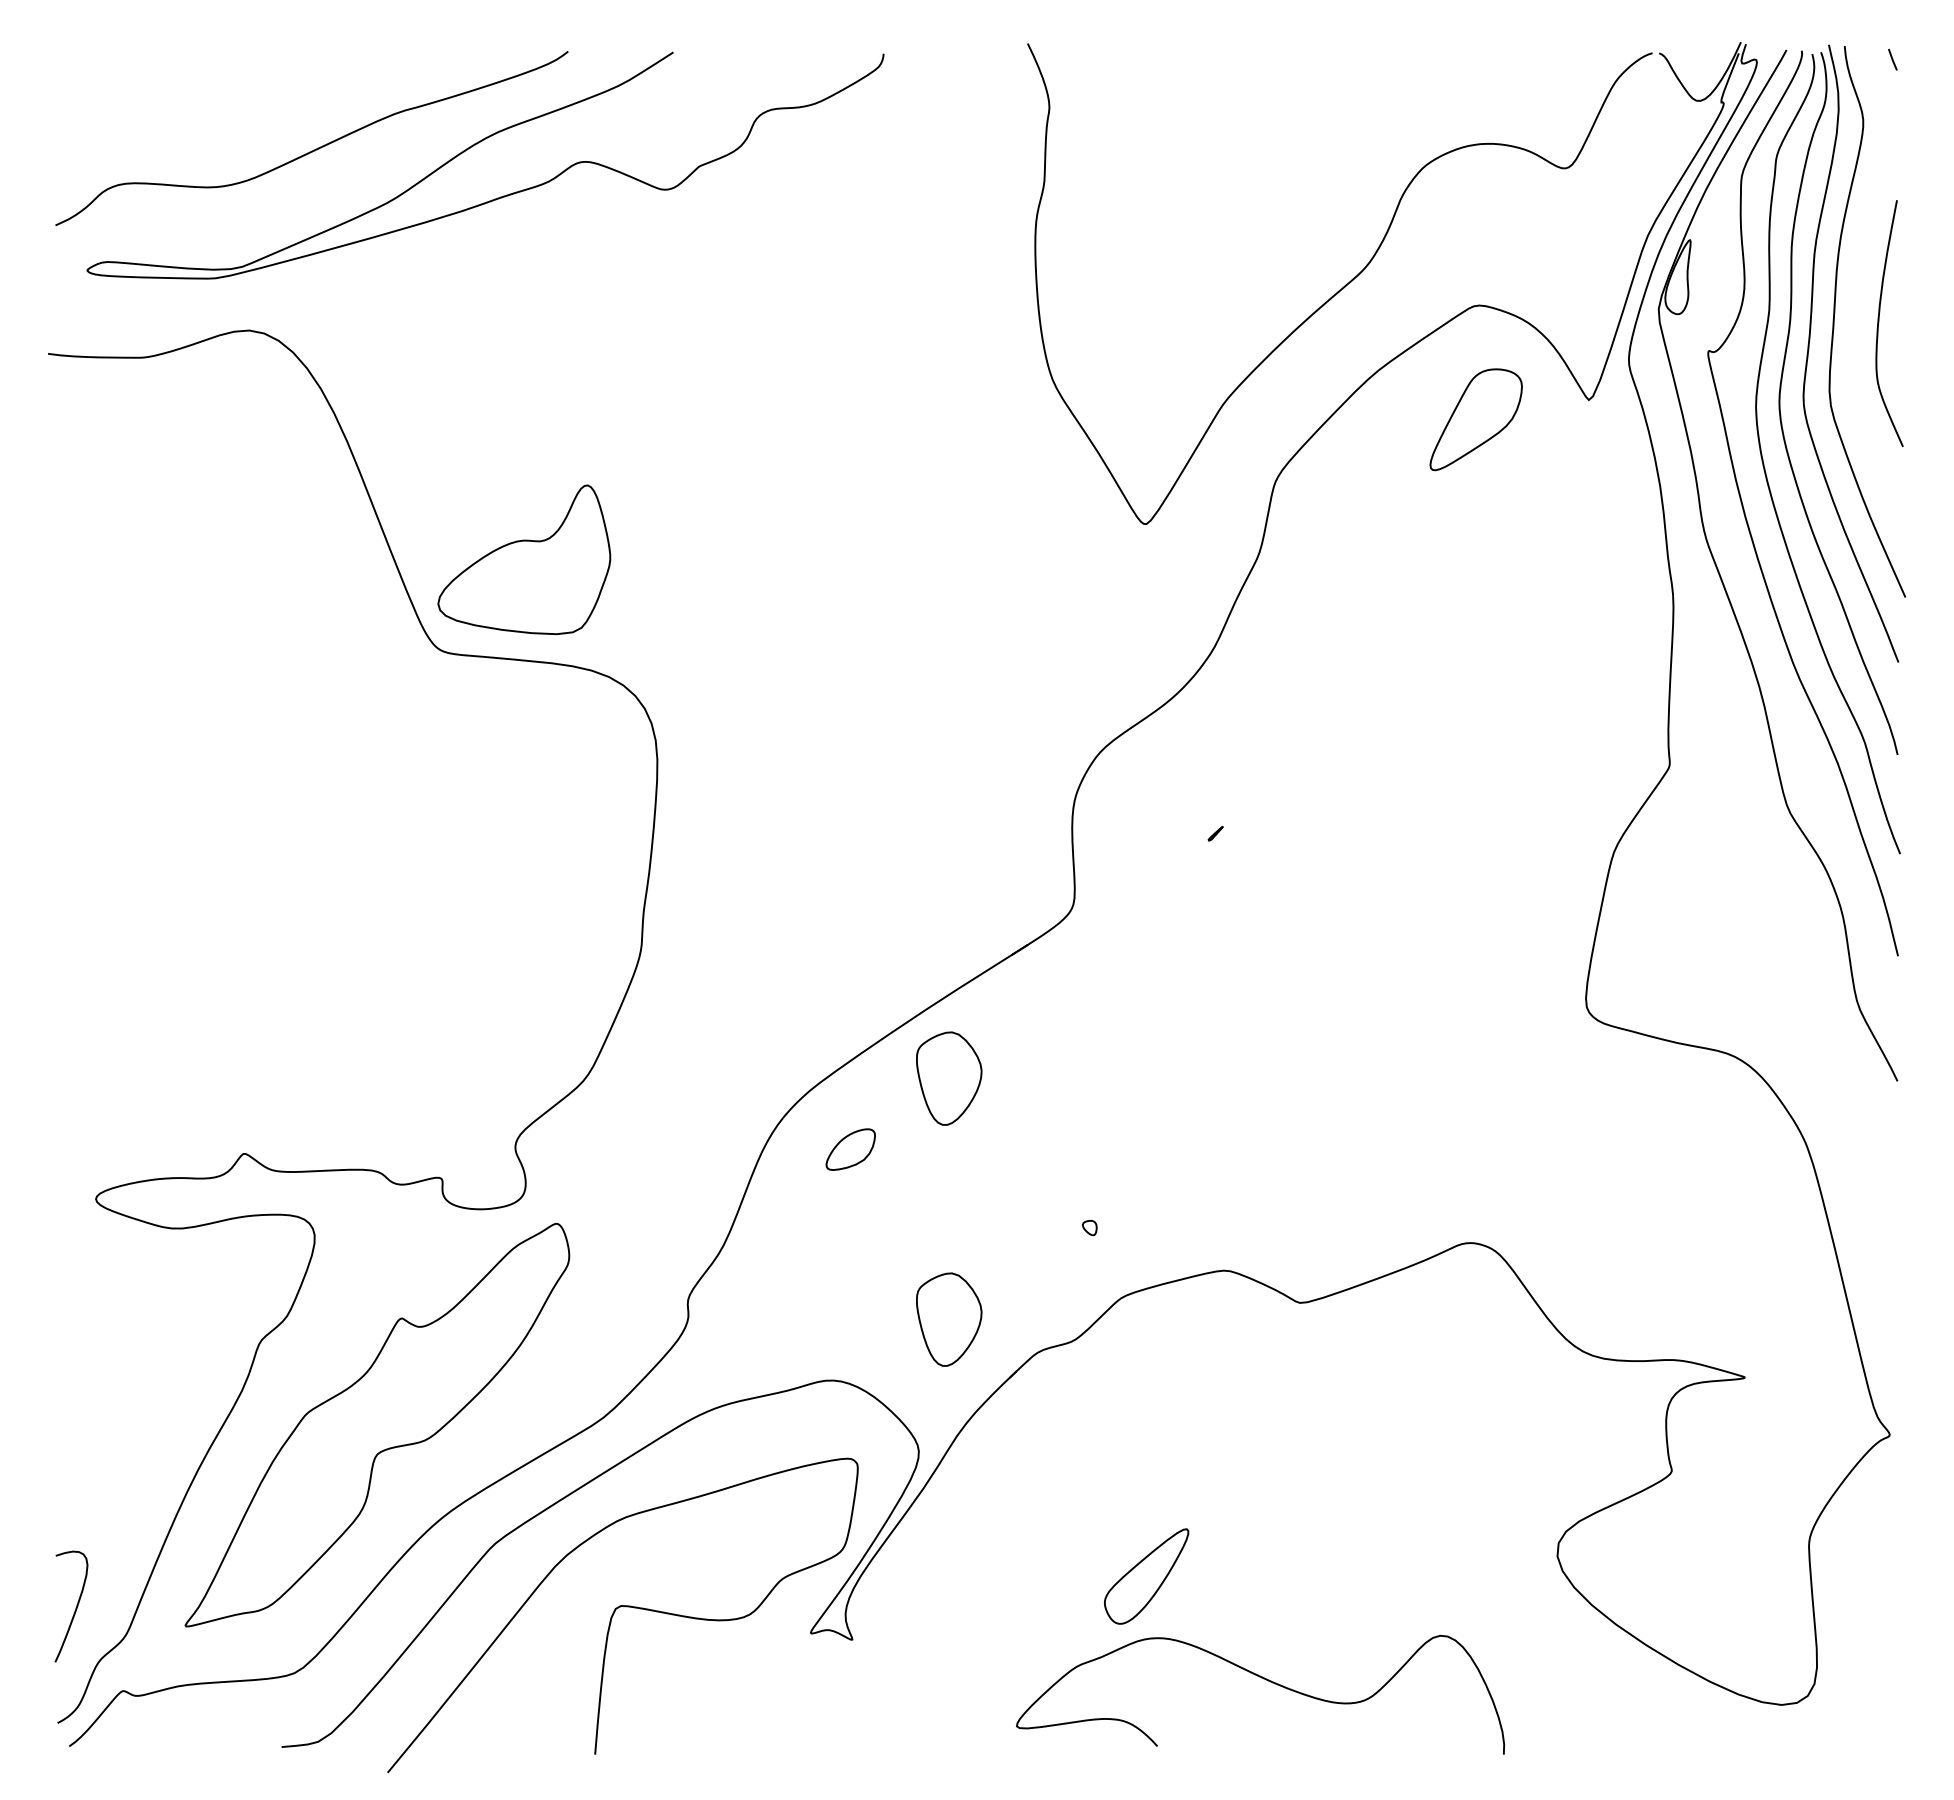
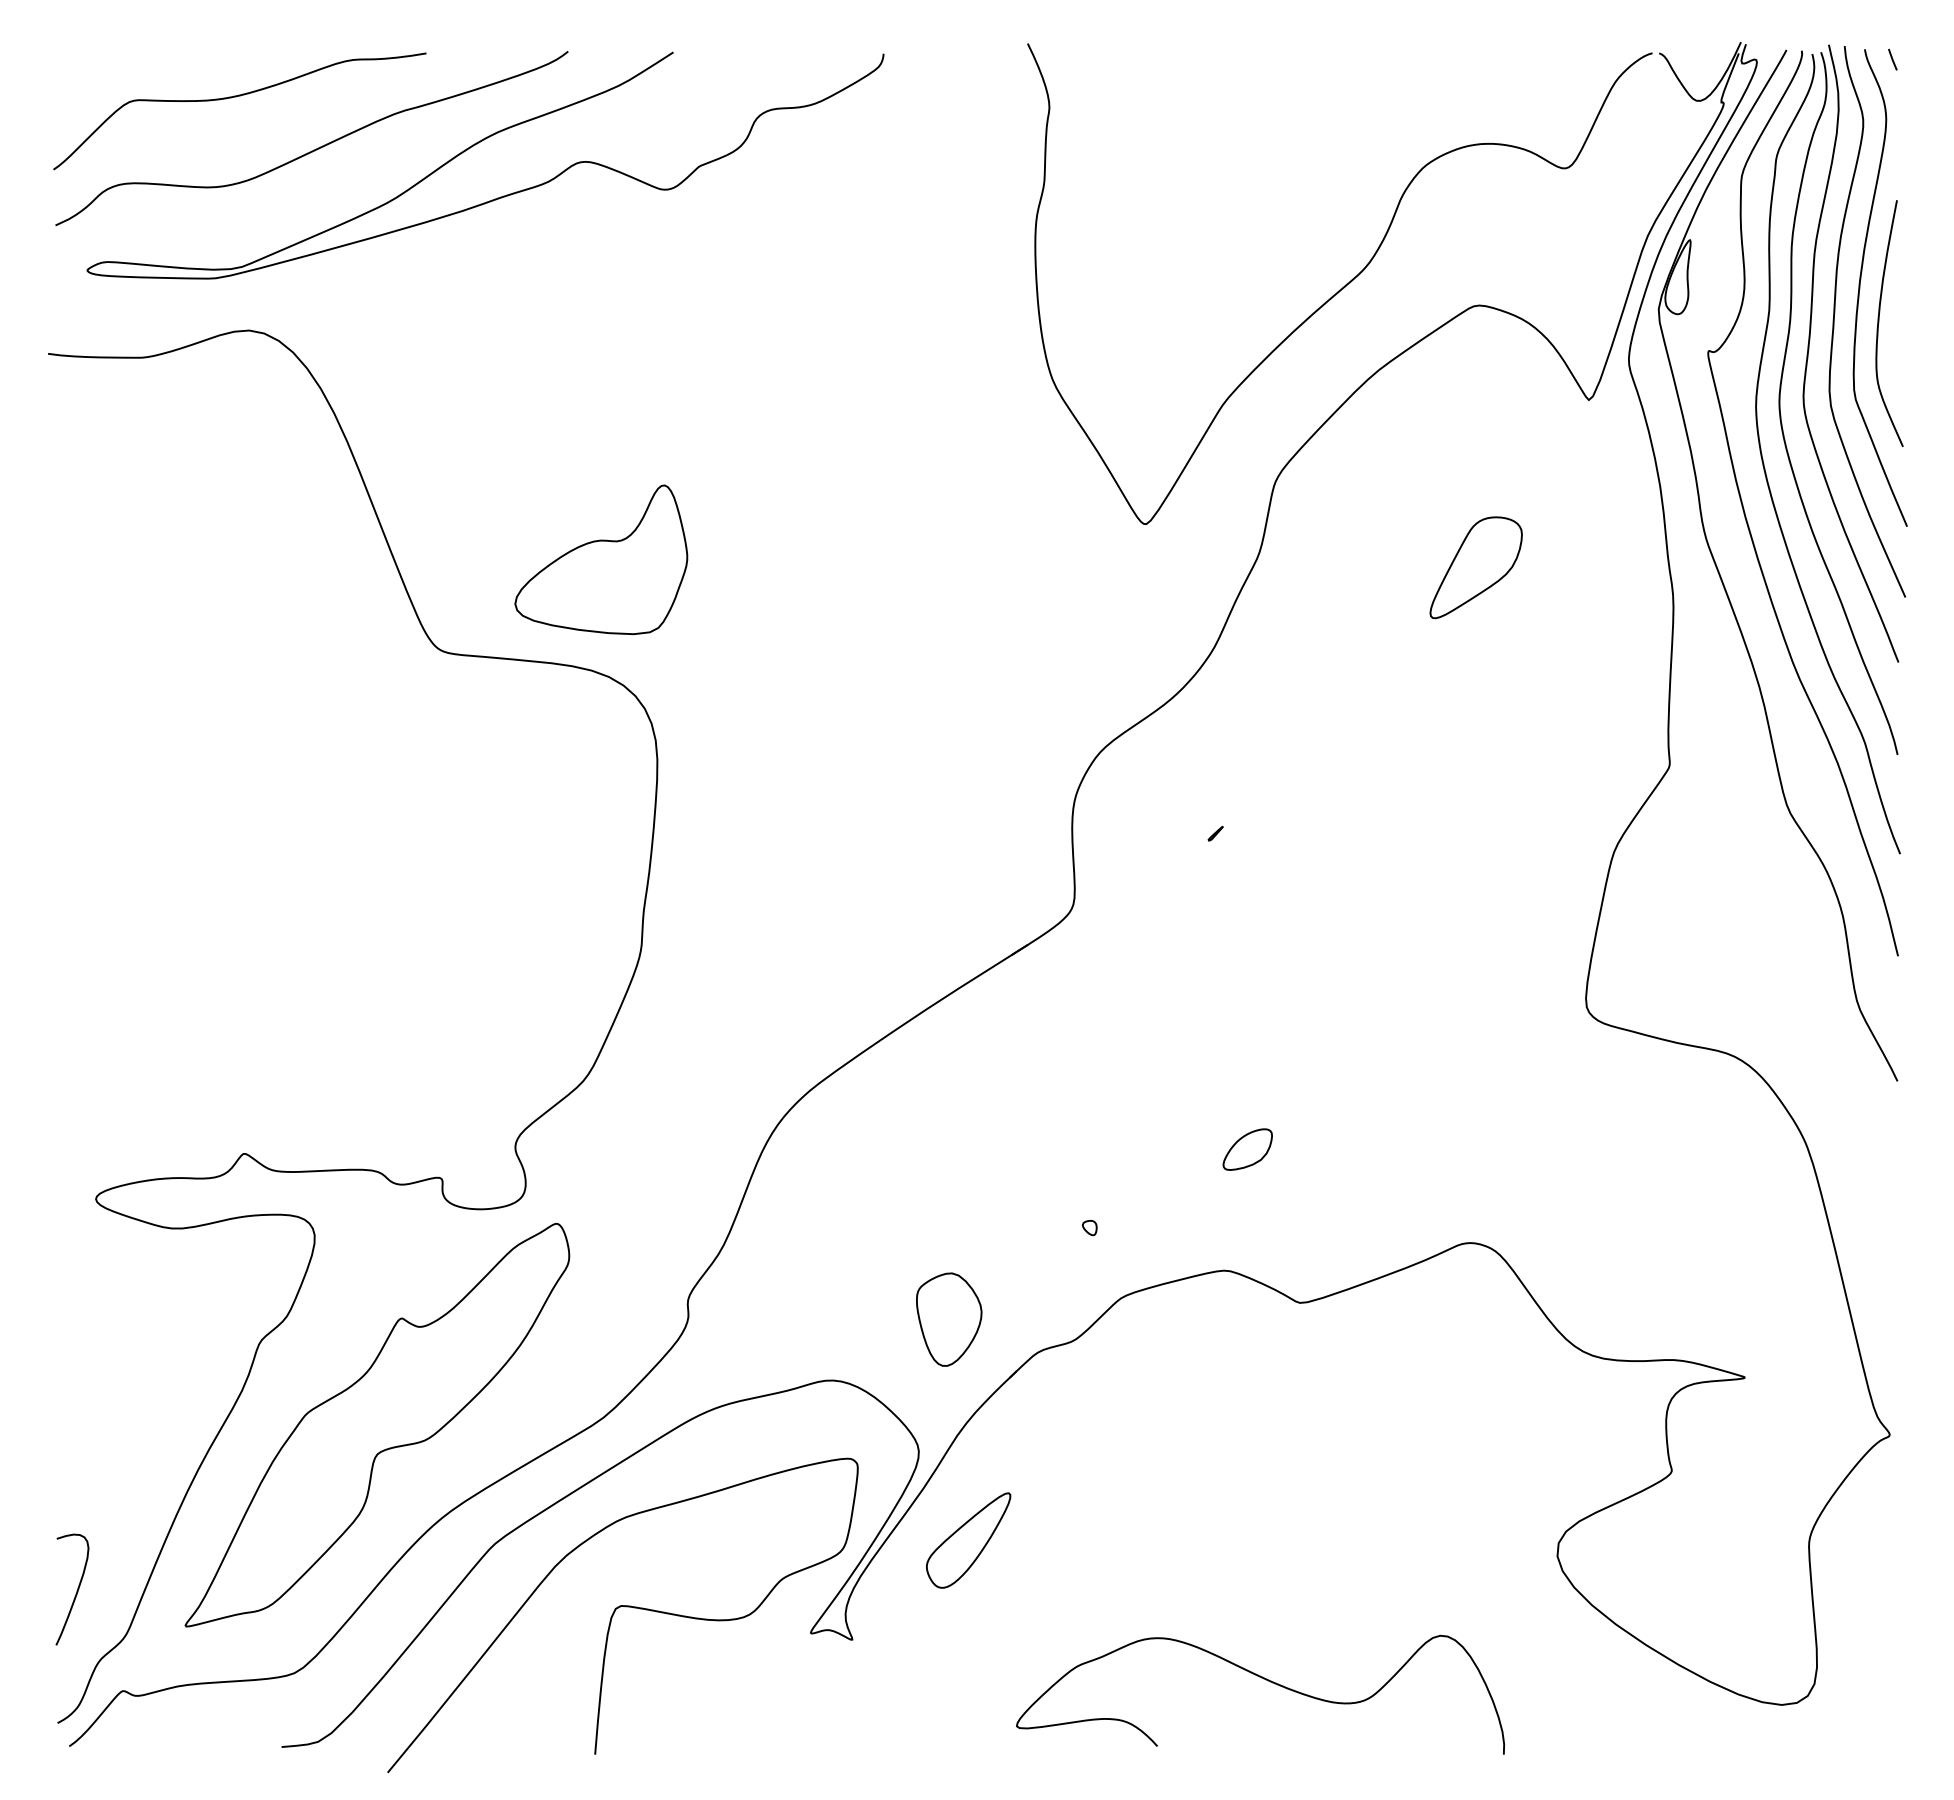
curve at (236, 97): none -> present
curve at (1860, 287): none -> present
part at (1475, 419) position: (1475, 419) -> (1475, 567)
part at (524, 559) position: (524, 559) -> (601, 559)
part at (949, 1078): present -> none
part at (850, 1149) position: (850, 1149) -> (1247, 1149)
part at (1146, 1576) position: (1146, 1576) -> (968, 1540)
curve at (75, 1607) position: (75, 1607) -> (76, 1590)
